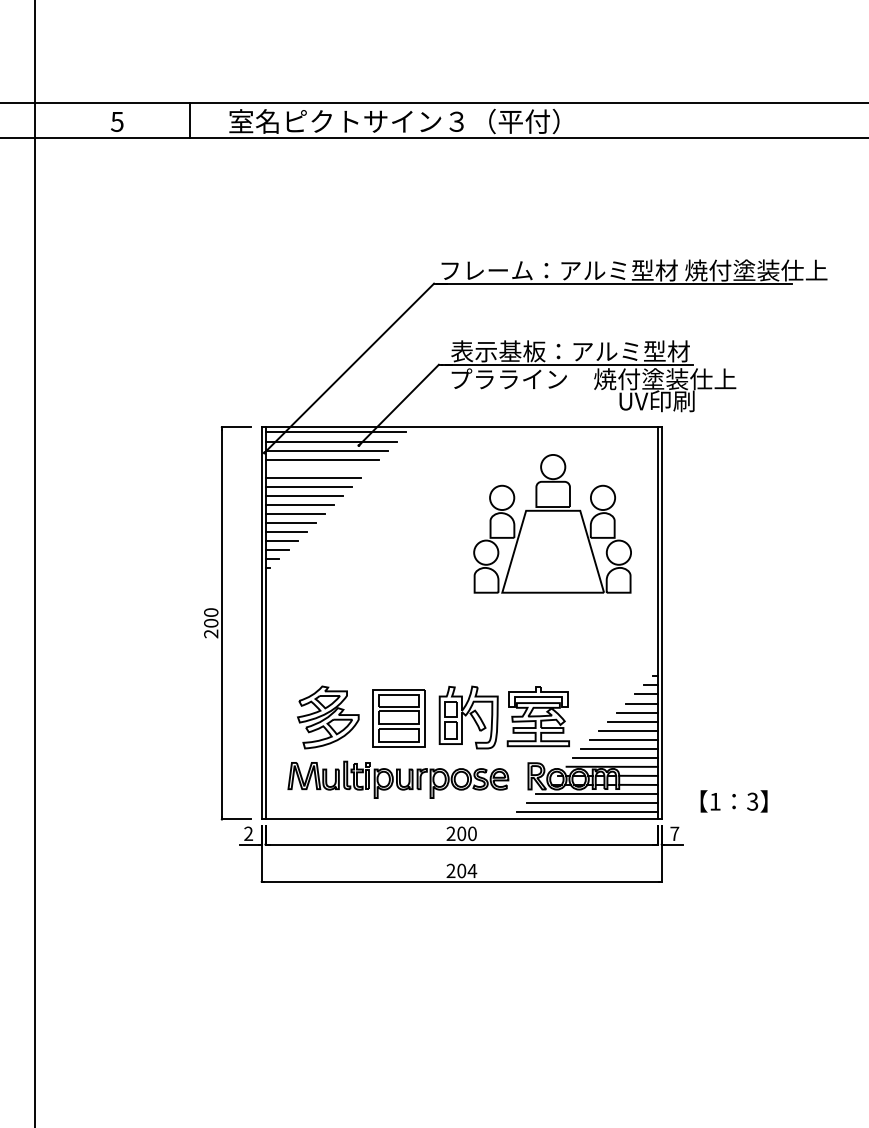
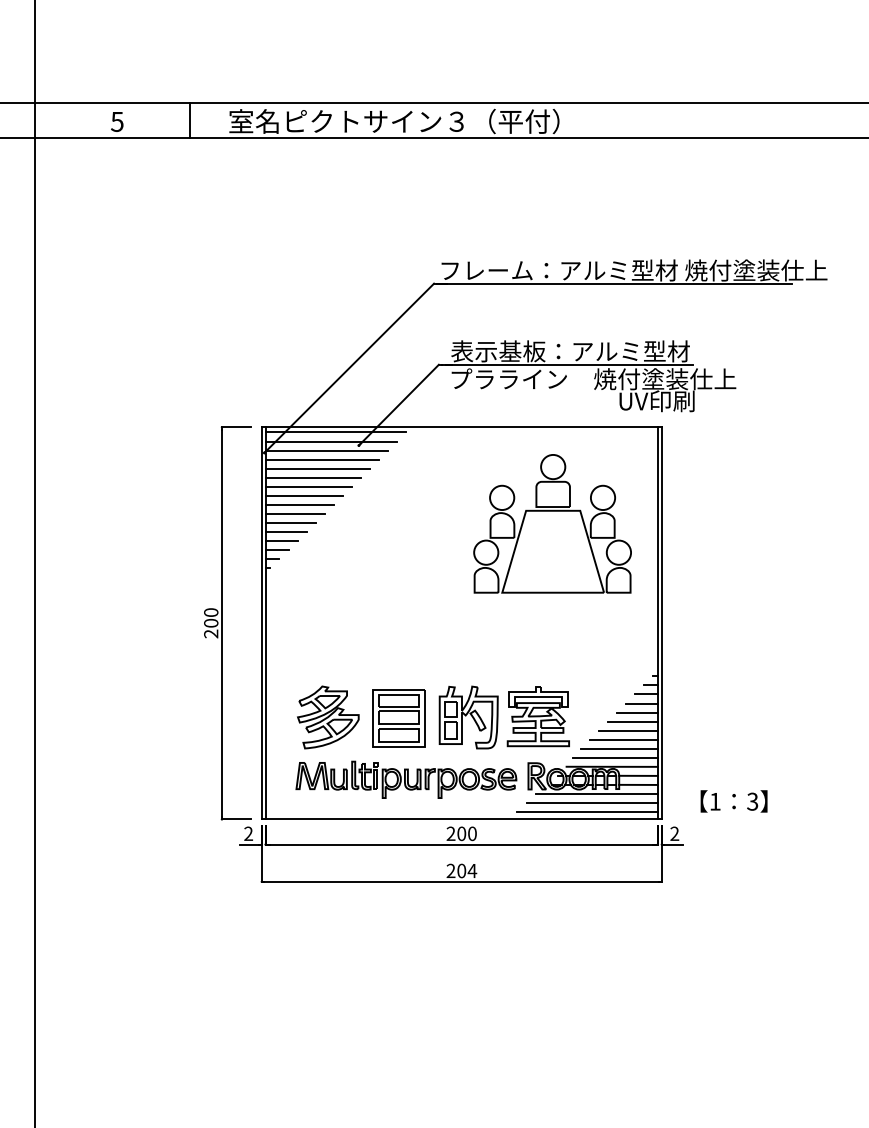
line at (317, 468): none -> present
part at (398, 779) position: (398, 779) -> (406, 779)
text at (674, 833): 7 -> 2
